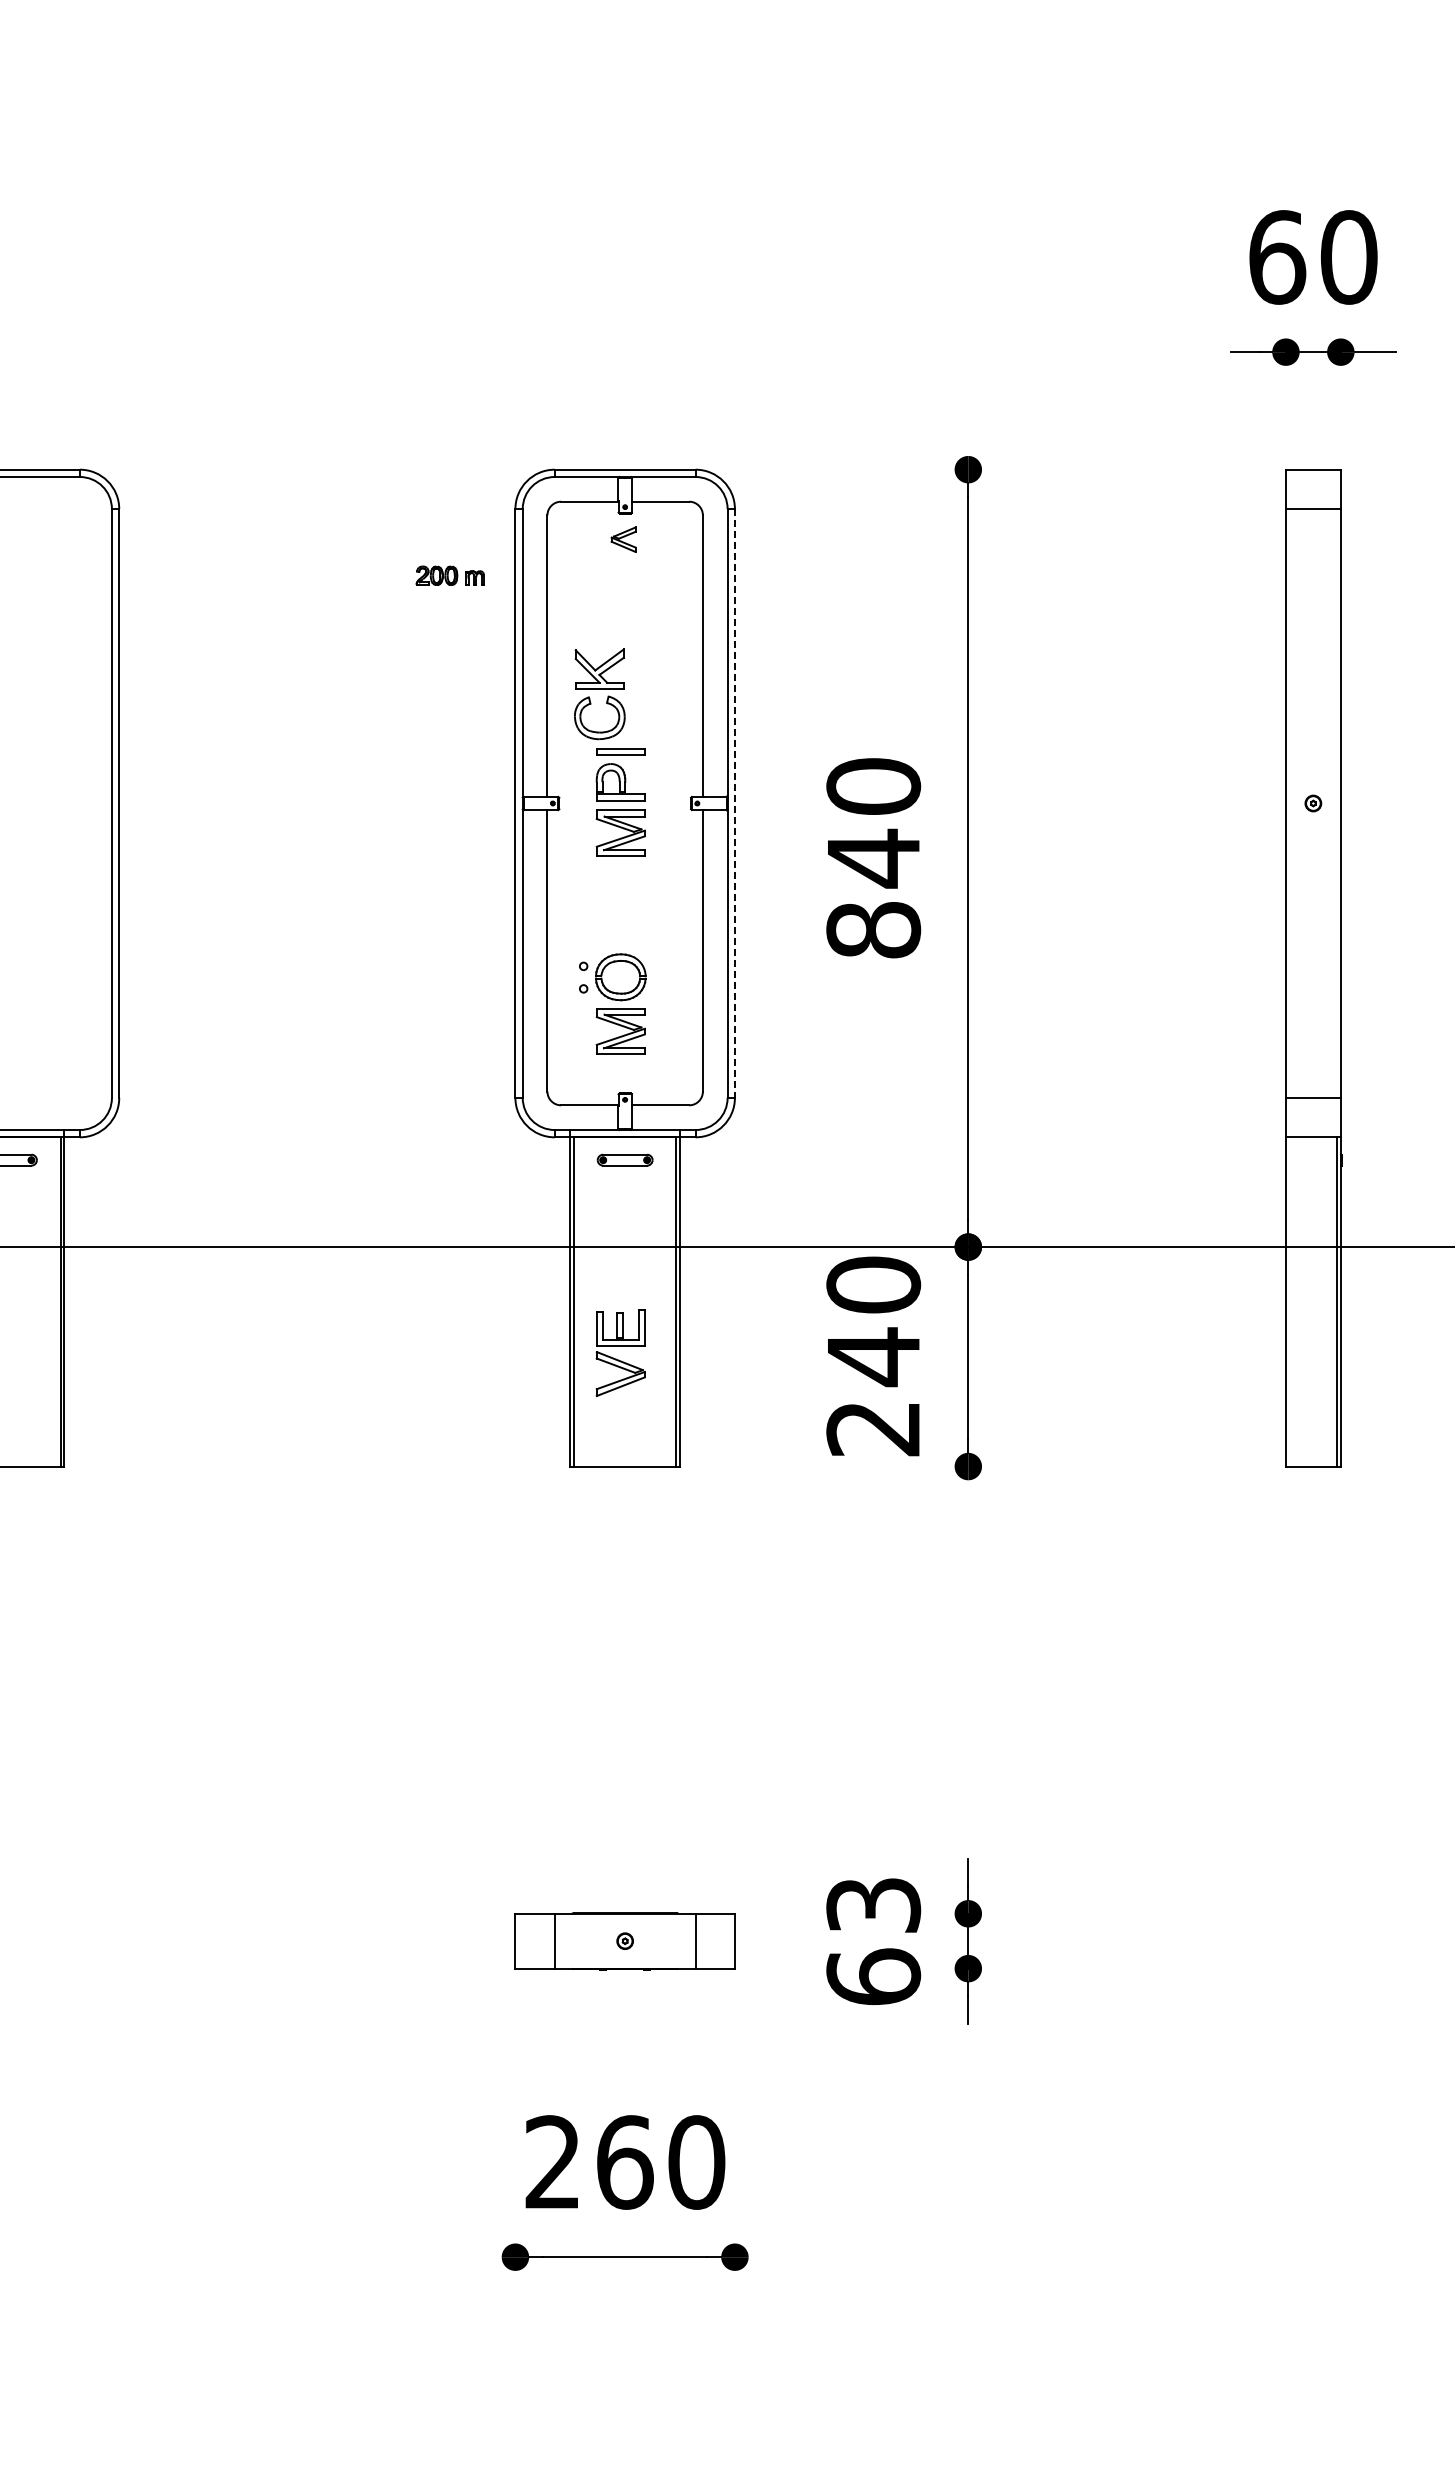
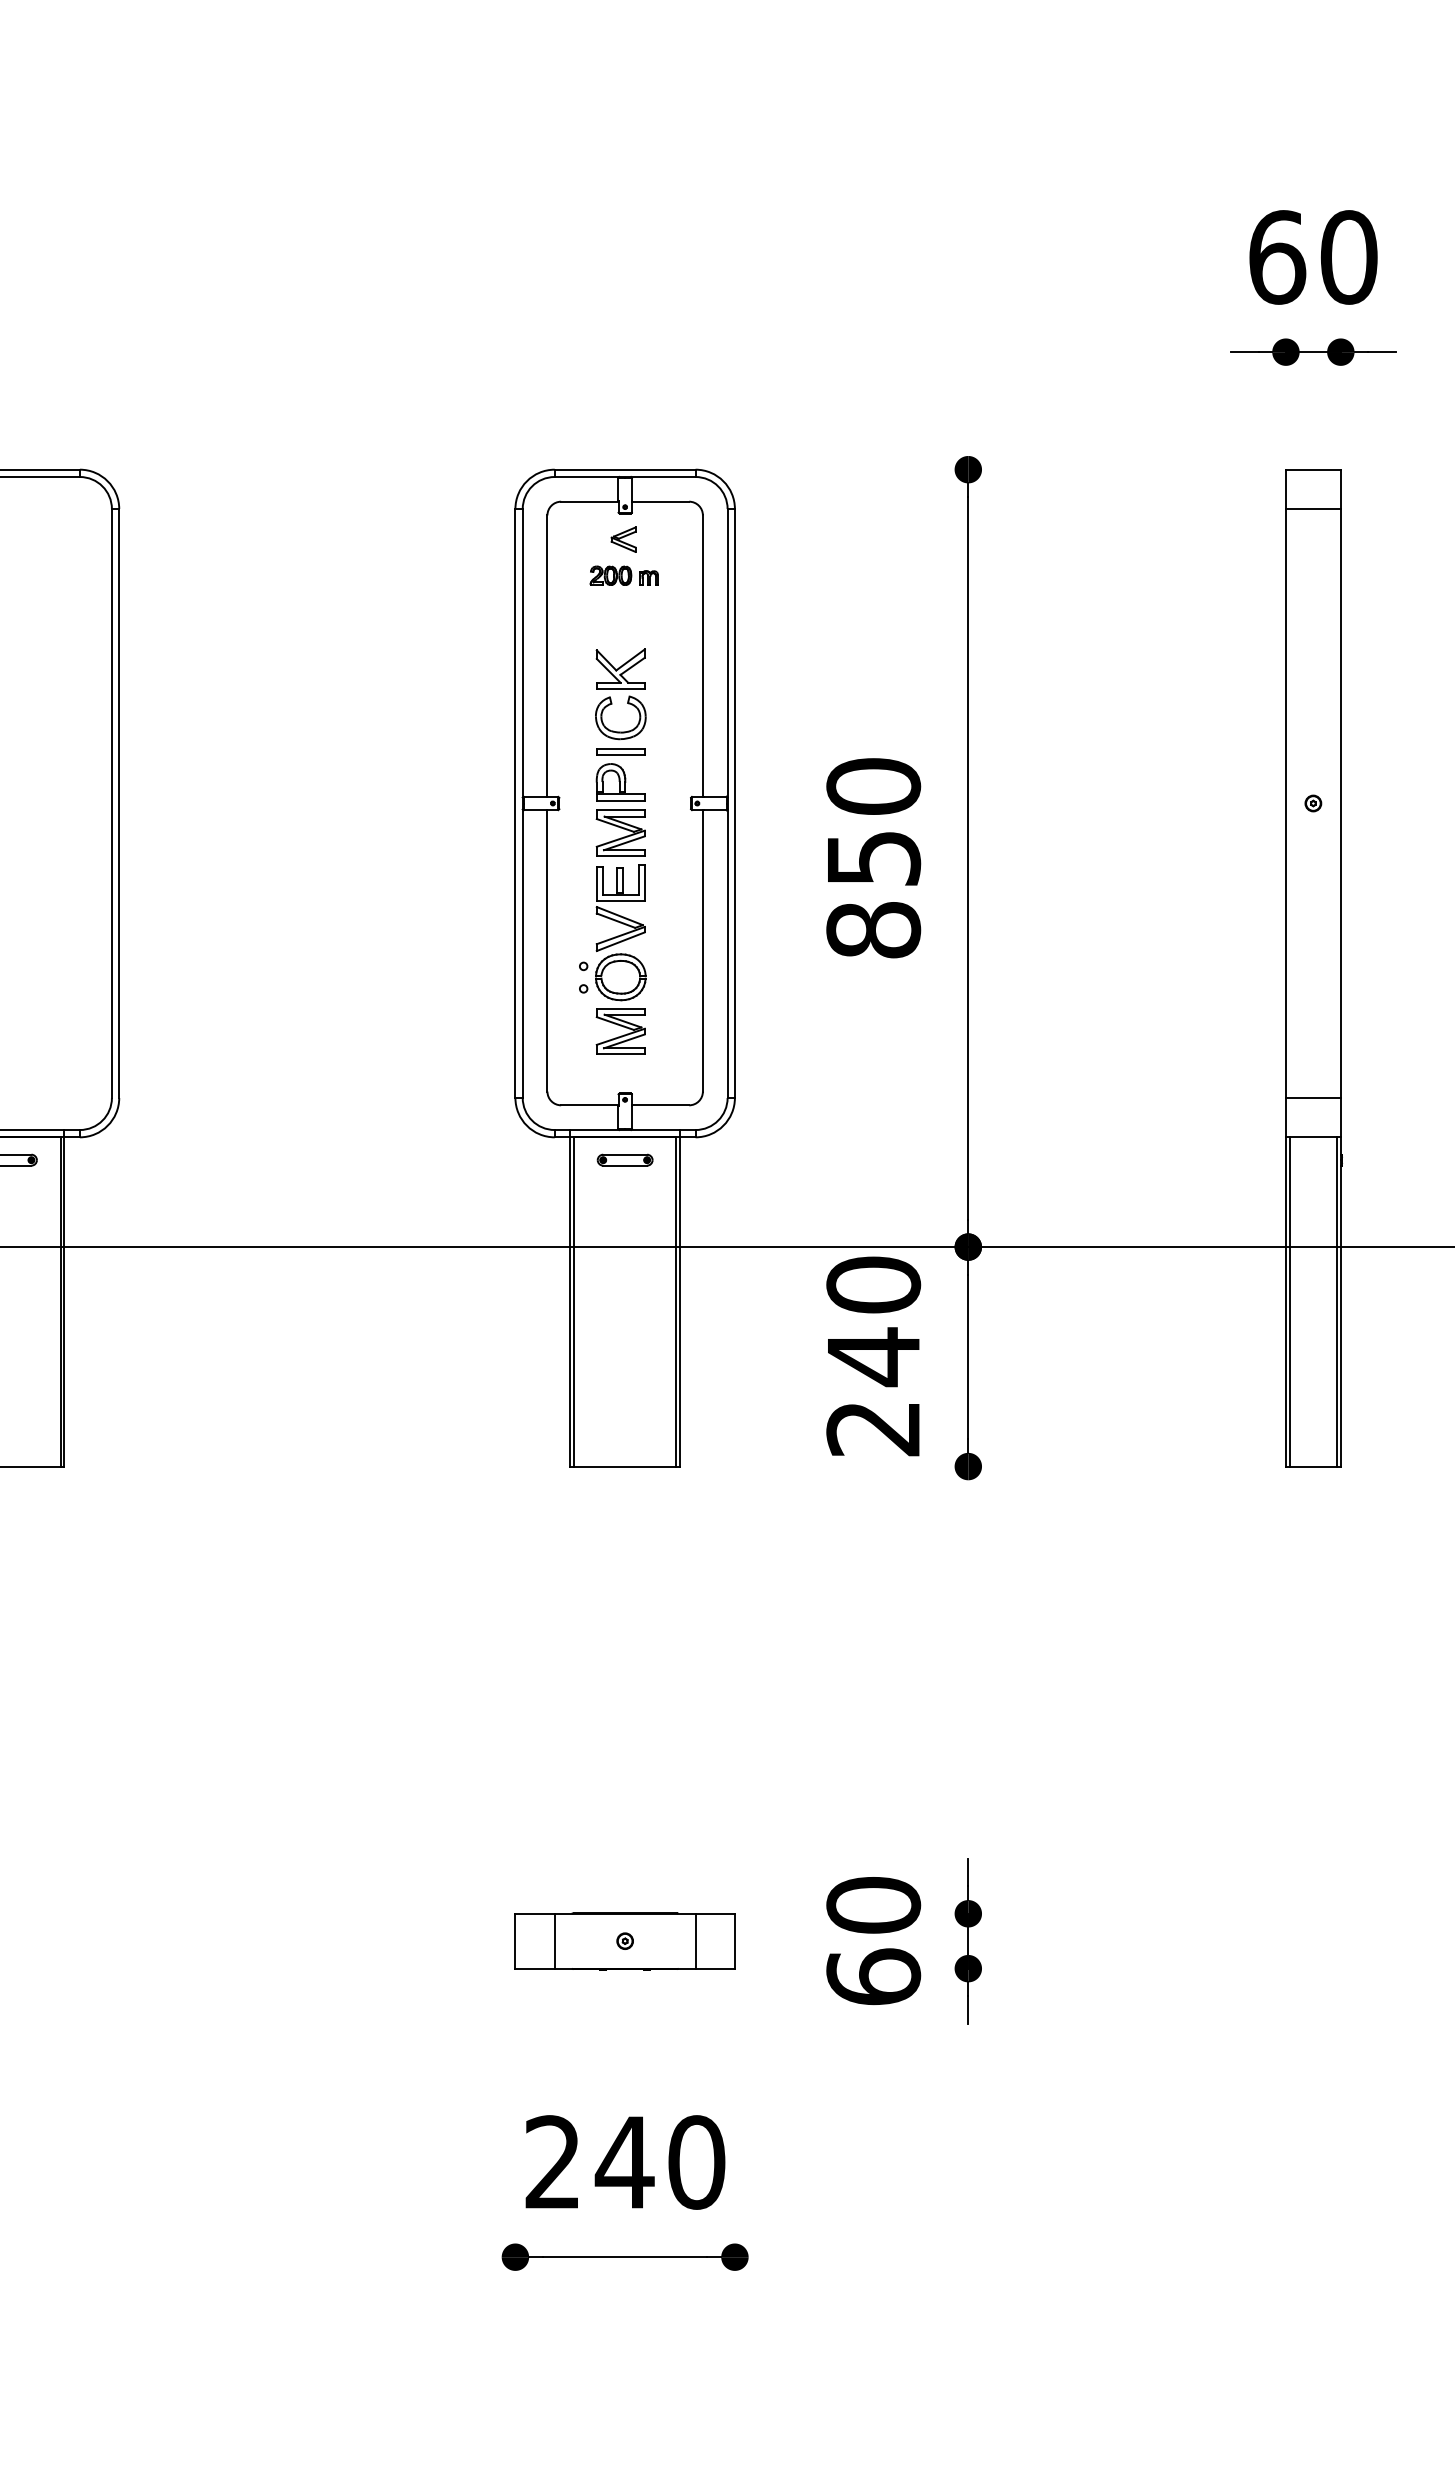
part at (449, 575) position: (449, 575) -> (623, 575)
part at (599, 694) position: (599, 694) -> (620, 694)
line at (734, 804): dashed -> solid
text at (874, 858): 840 -> 850
line at (1289, 1301): none -> present
part at (620, 1352) position: (620, 1352) -> (620, 907)
text at (873, 1905): 63 -> 60
text at (624, 2162): 260 -> 240
